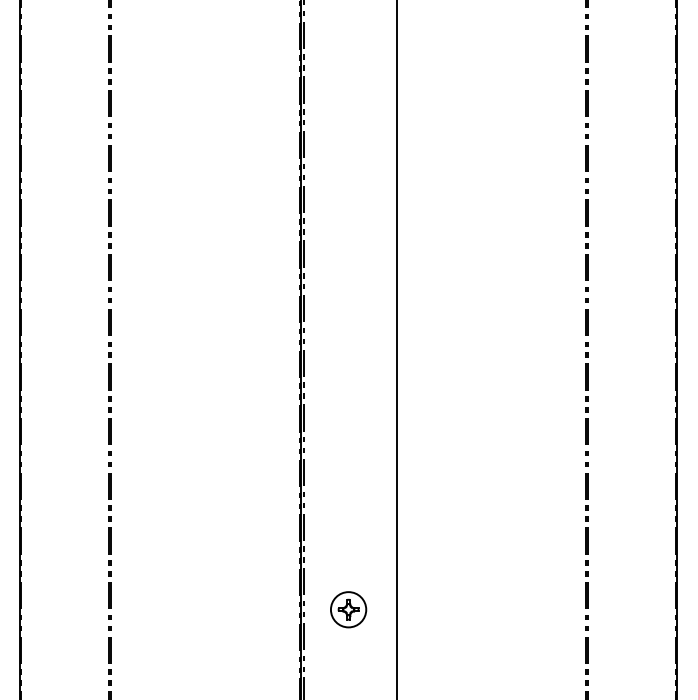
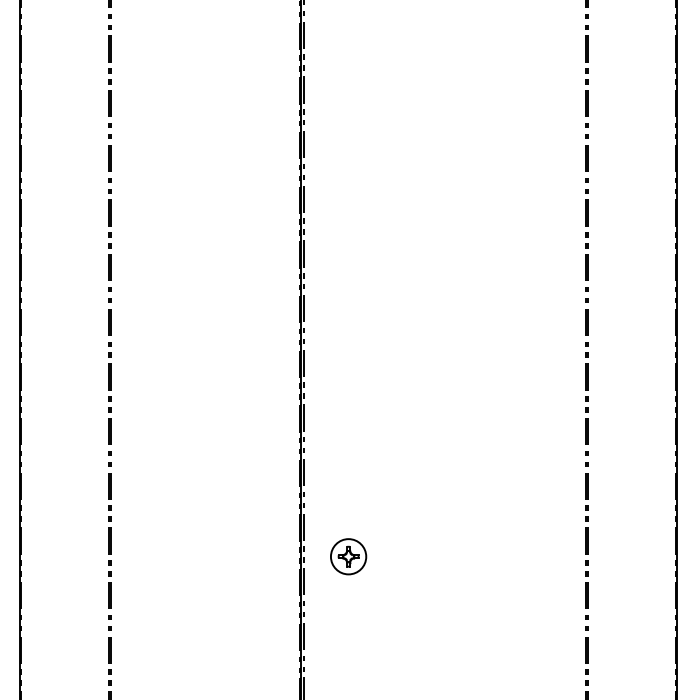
line at (396, 349): present -> none
part at (348, 609) position: (348, 609) -> (348, 556)
